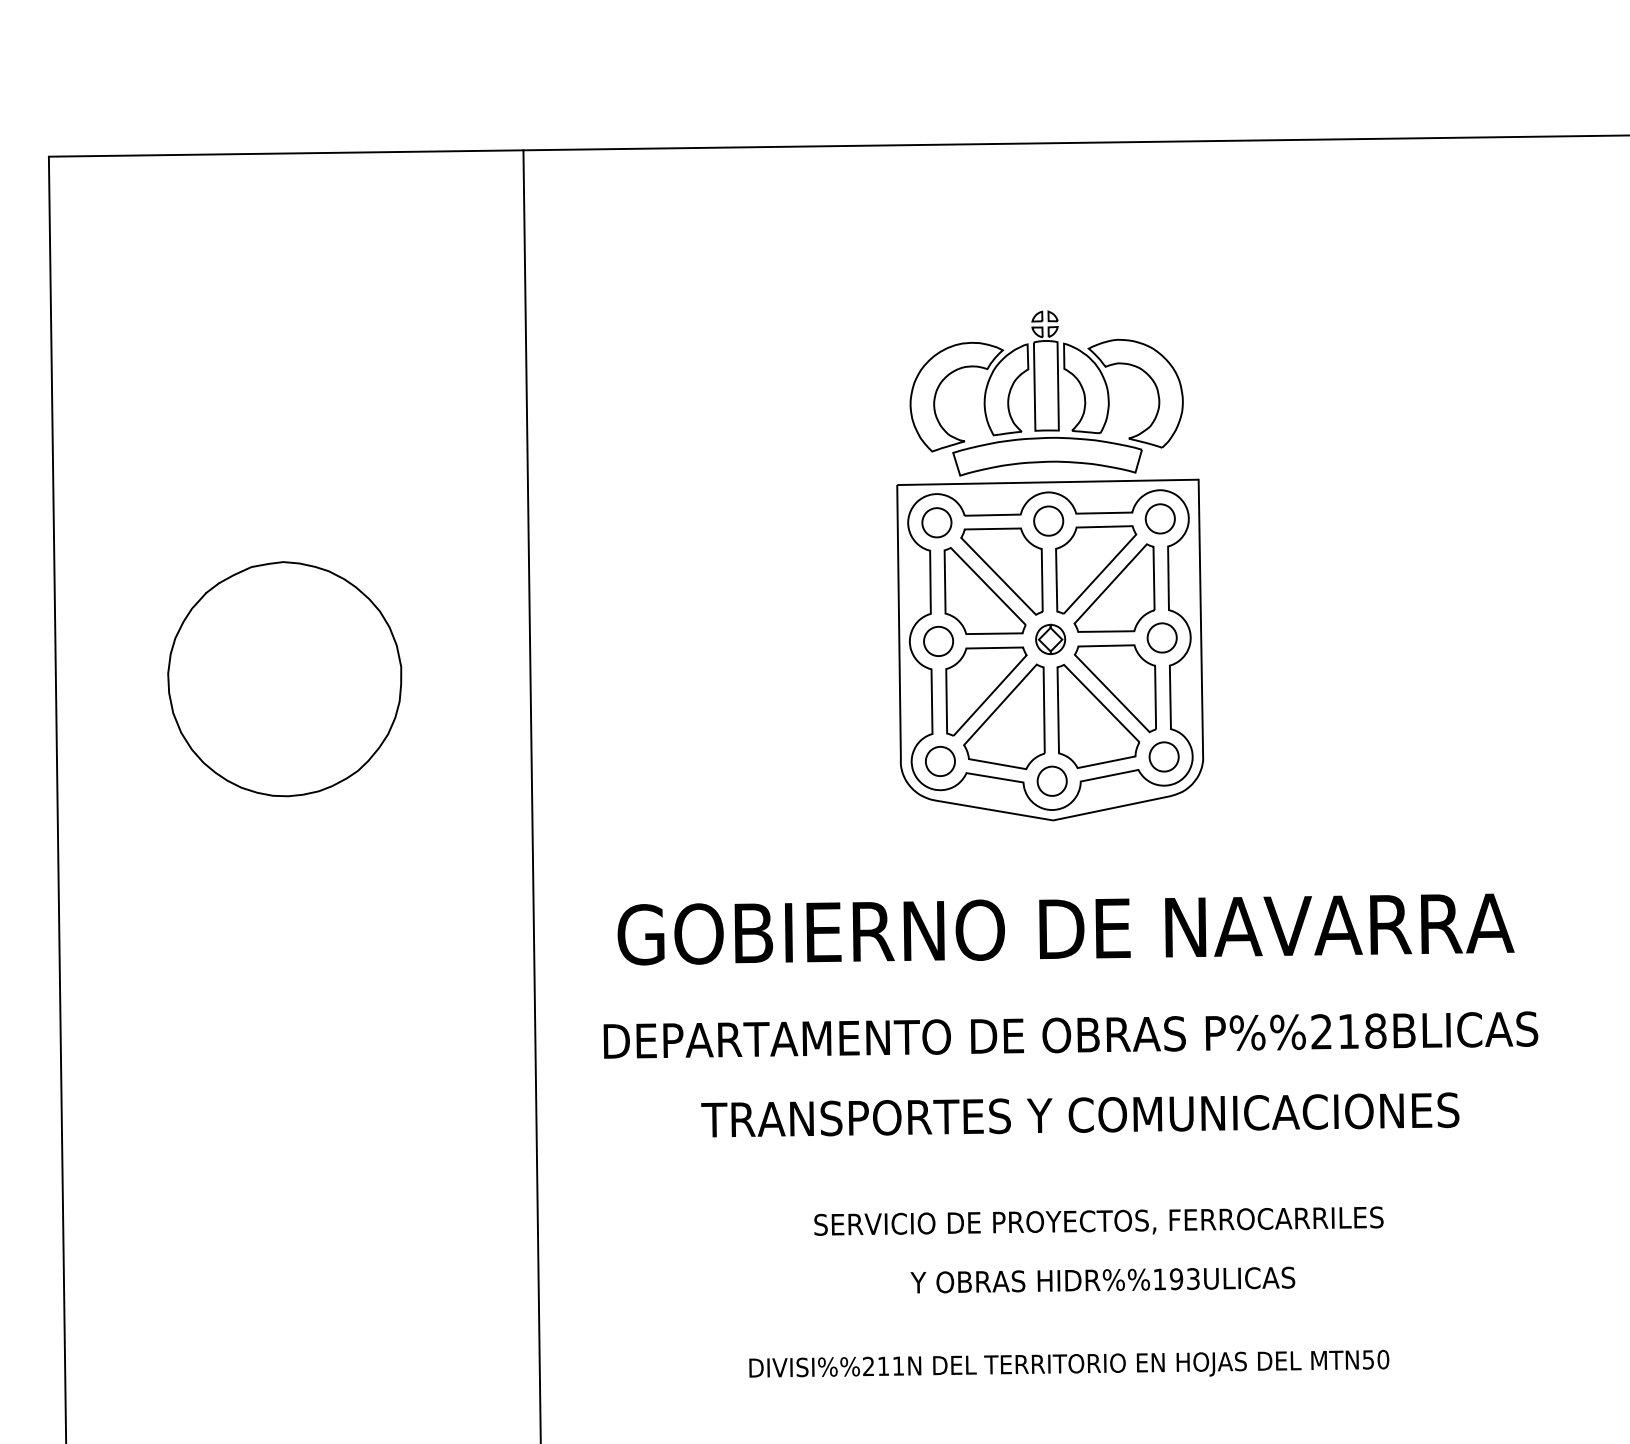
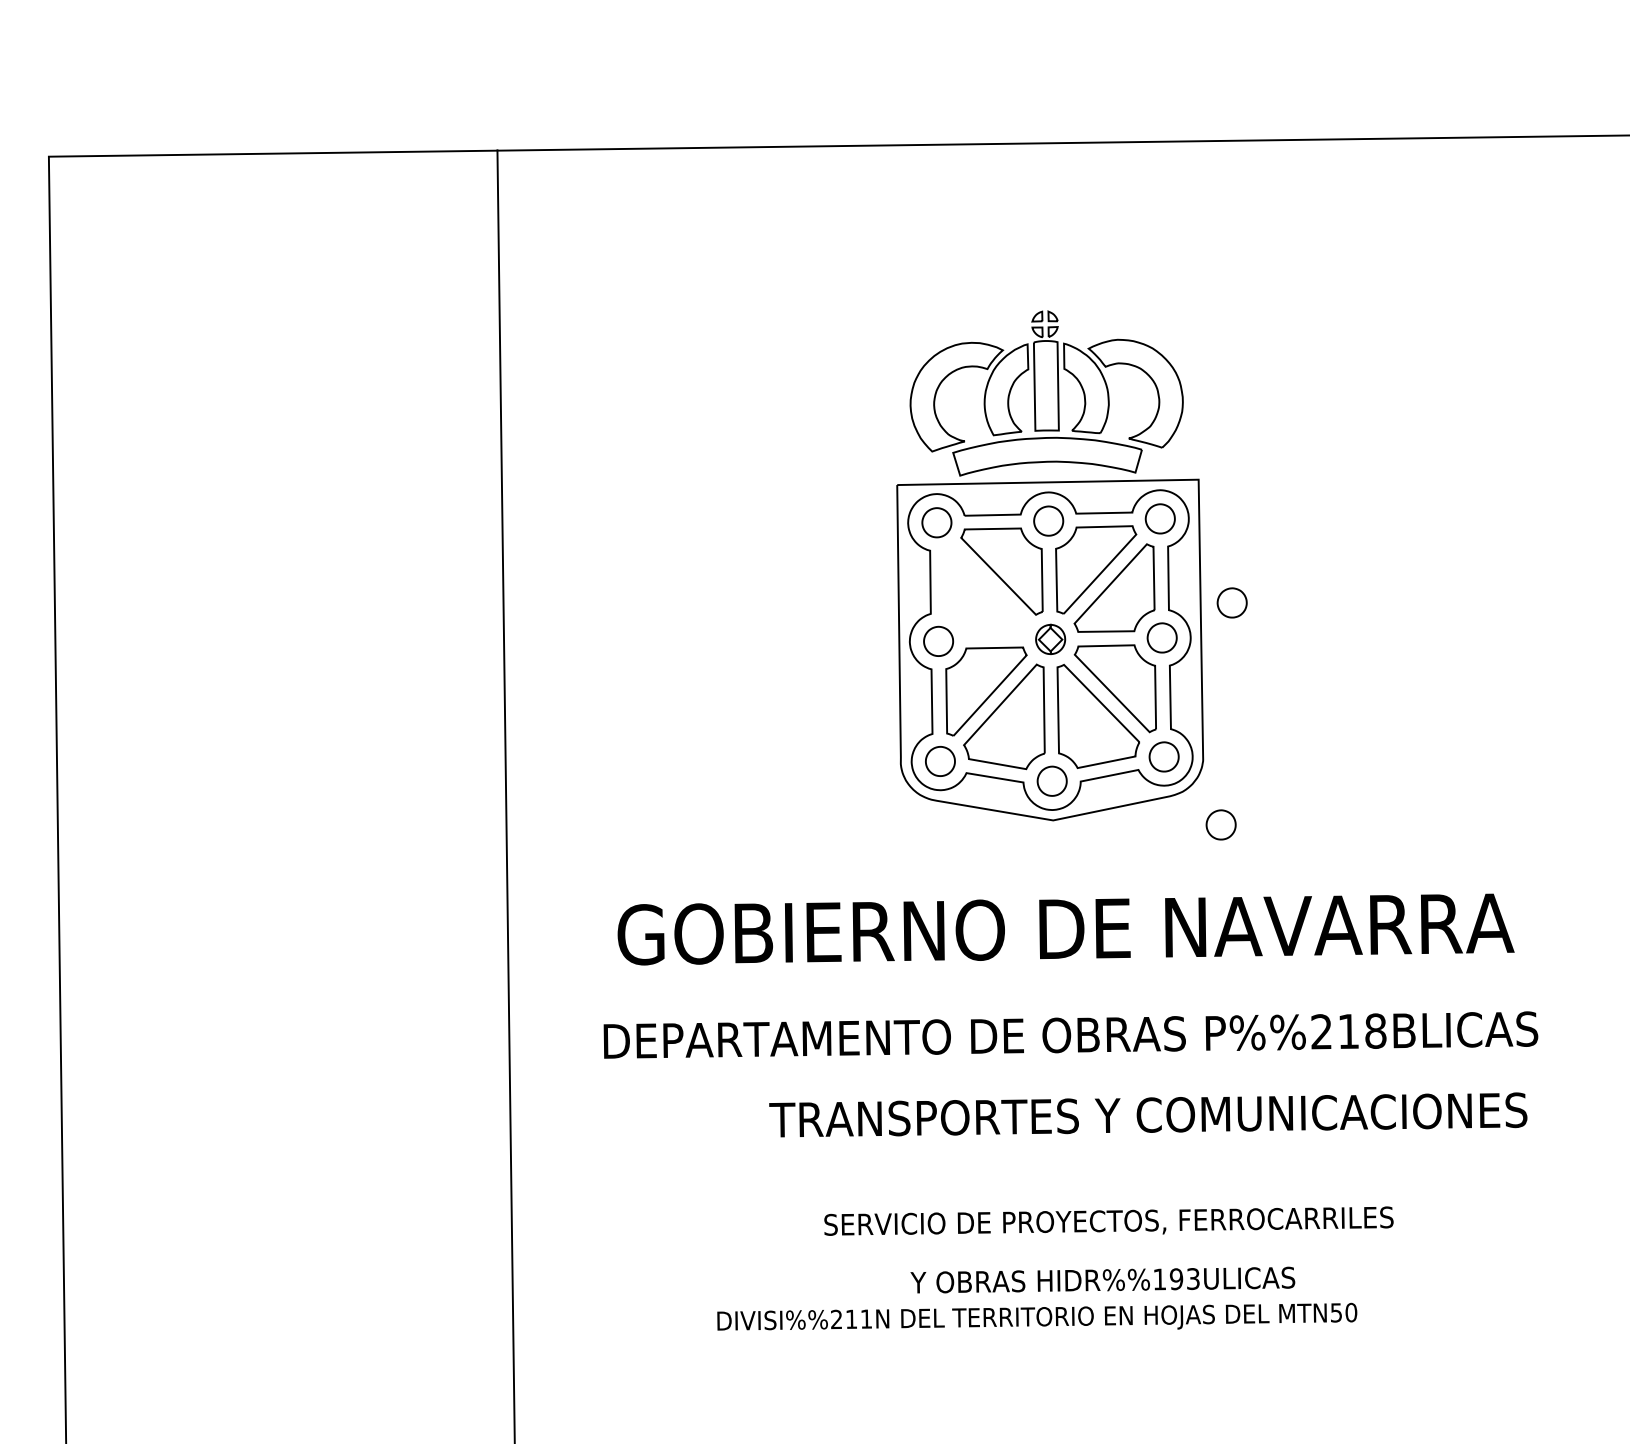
part at (984, 590): present -> none
part at (1231, 602): none -> present
part at (284, 679): present -> none
line at (531, 795) position: (531, 795) -> (505, 795)
part at (1220, 824): none -> present
text at (1080, 1114) position: (1080, 1114) -> (1148, 1114)
text at (1098, 1220) position: (1098, 1220) -> (1108, 1220)
text at (1069, 1363) position: (1069, 1363) -> (1037, 1316)
